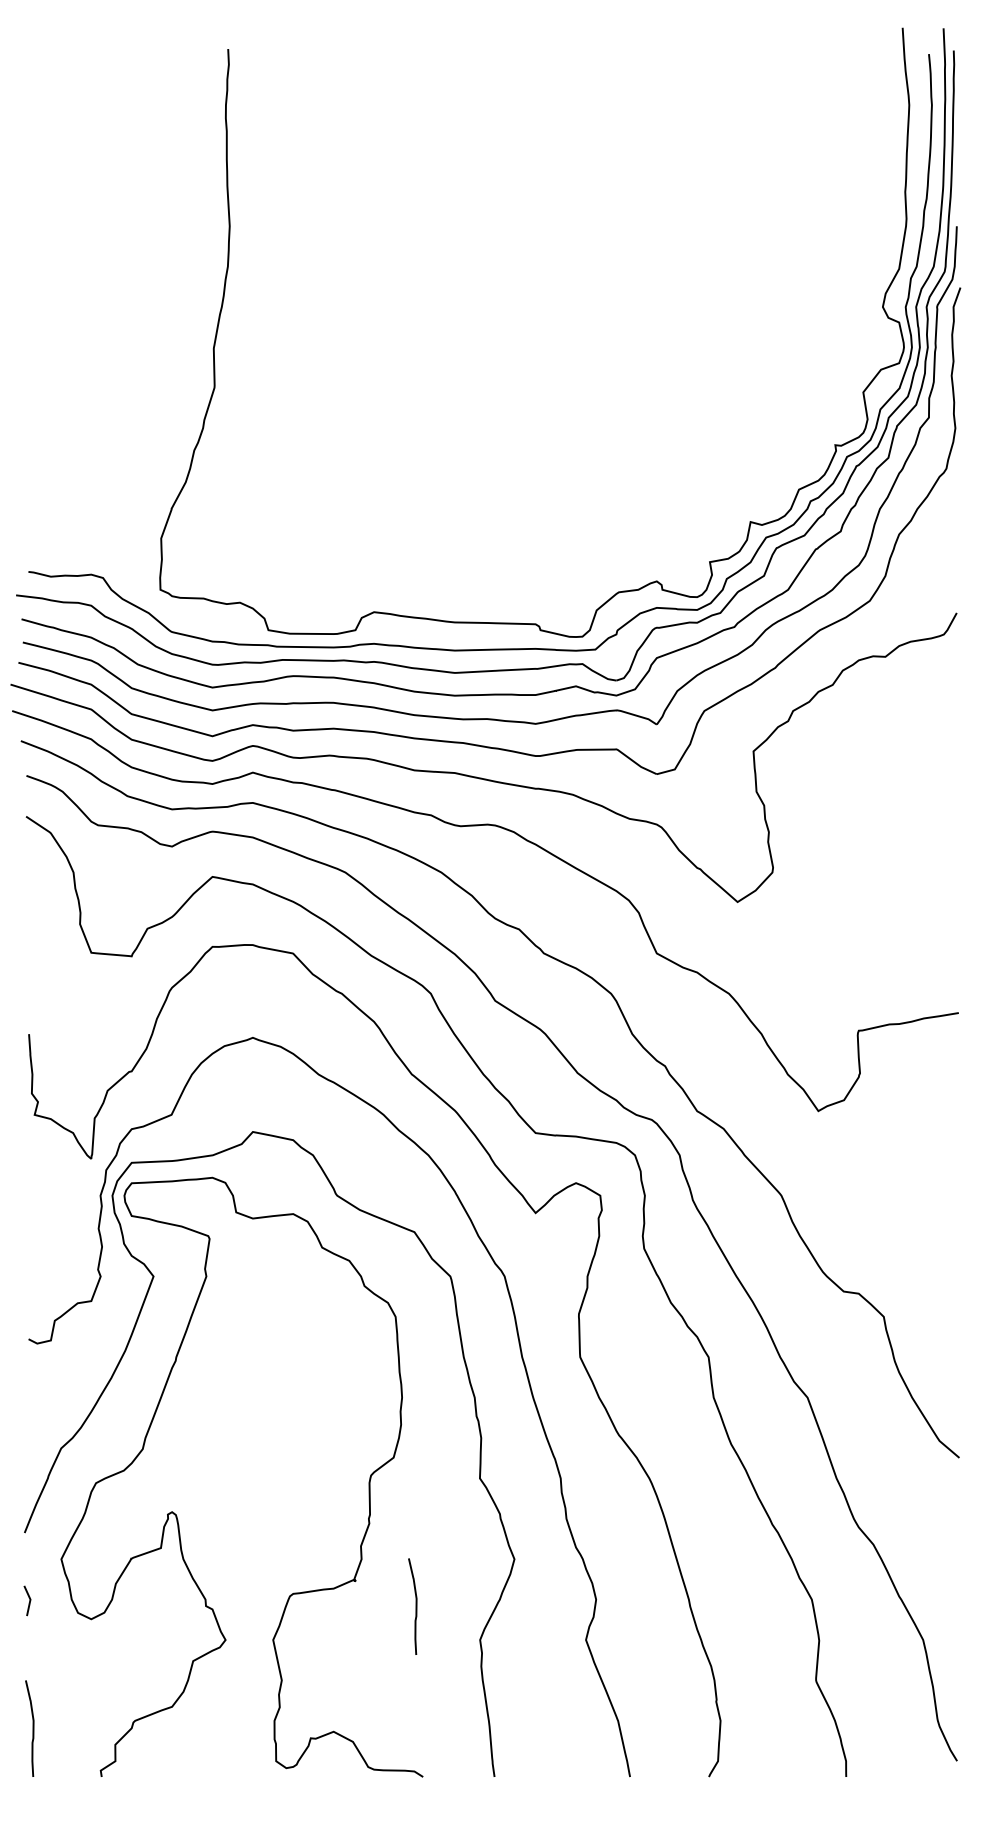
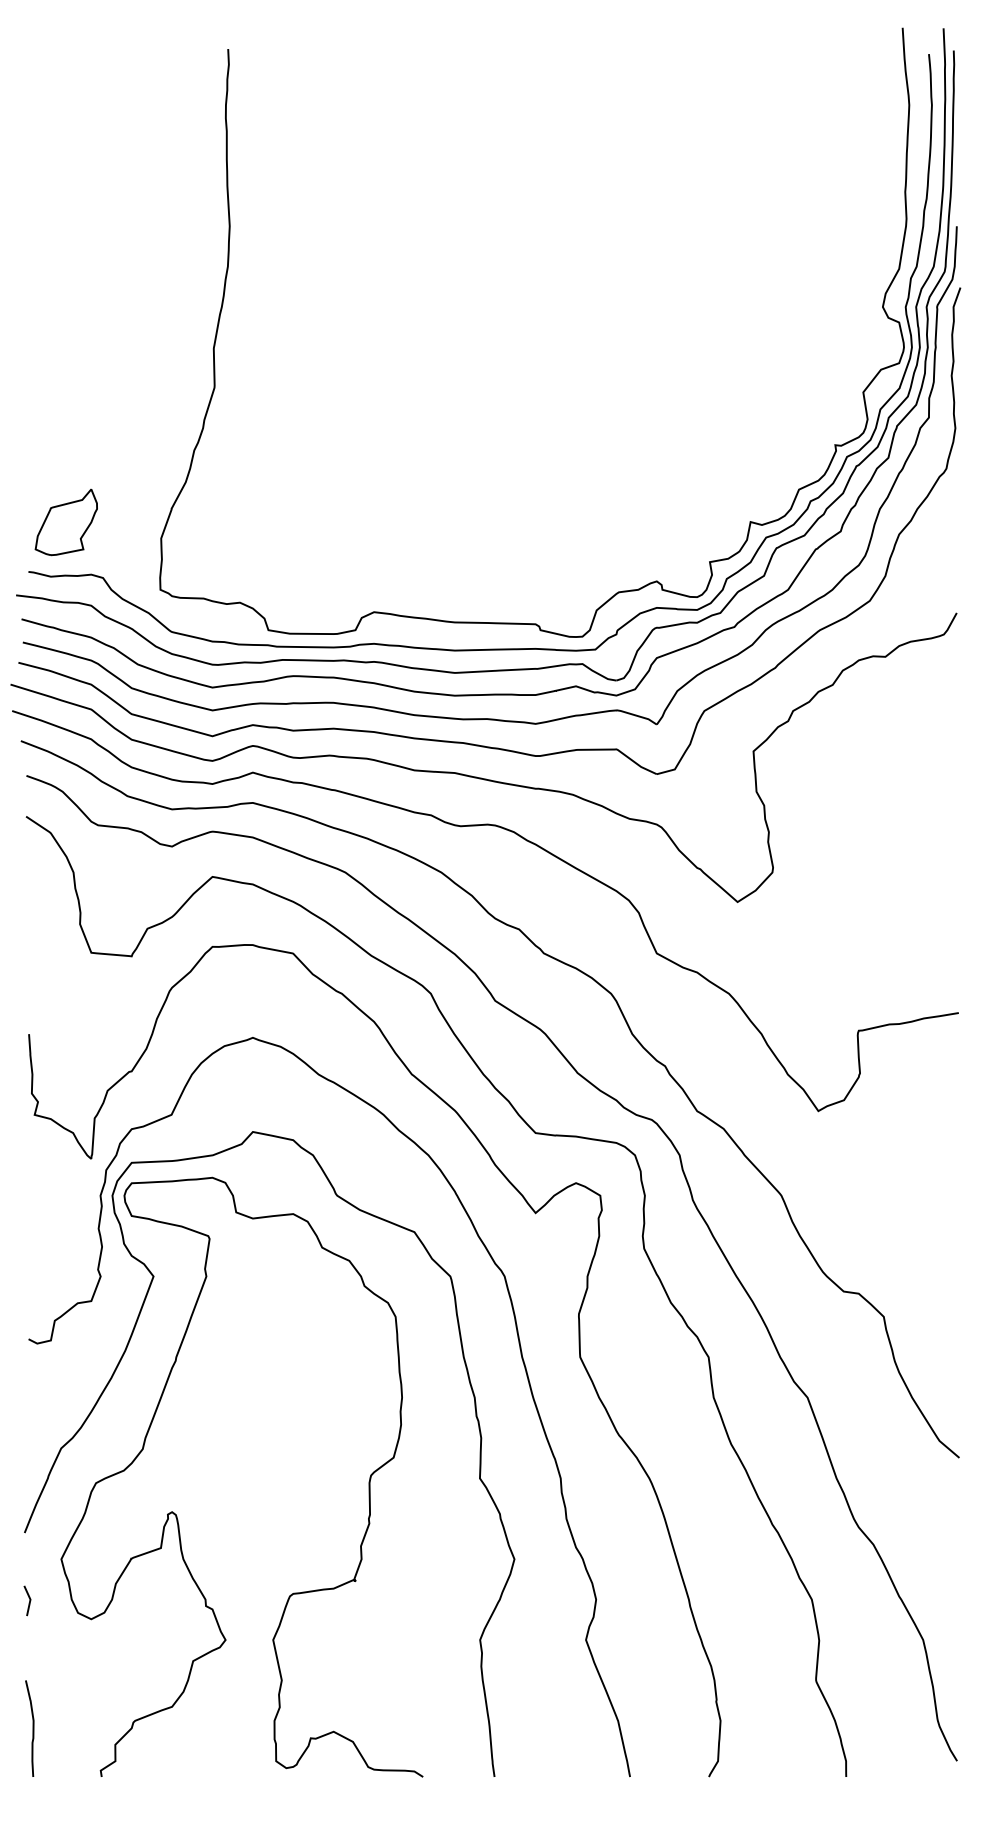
part at (65, 522): none -> present
curve at (415, 1606): present -> none
